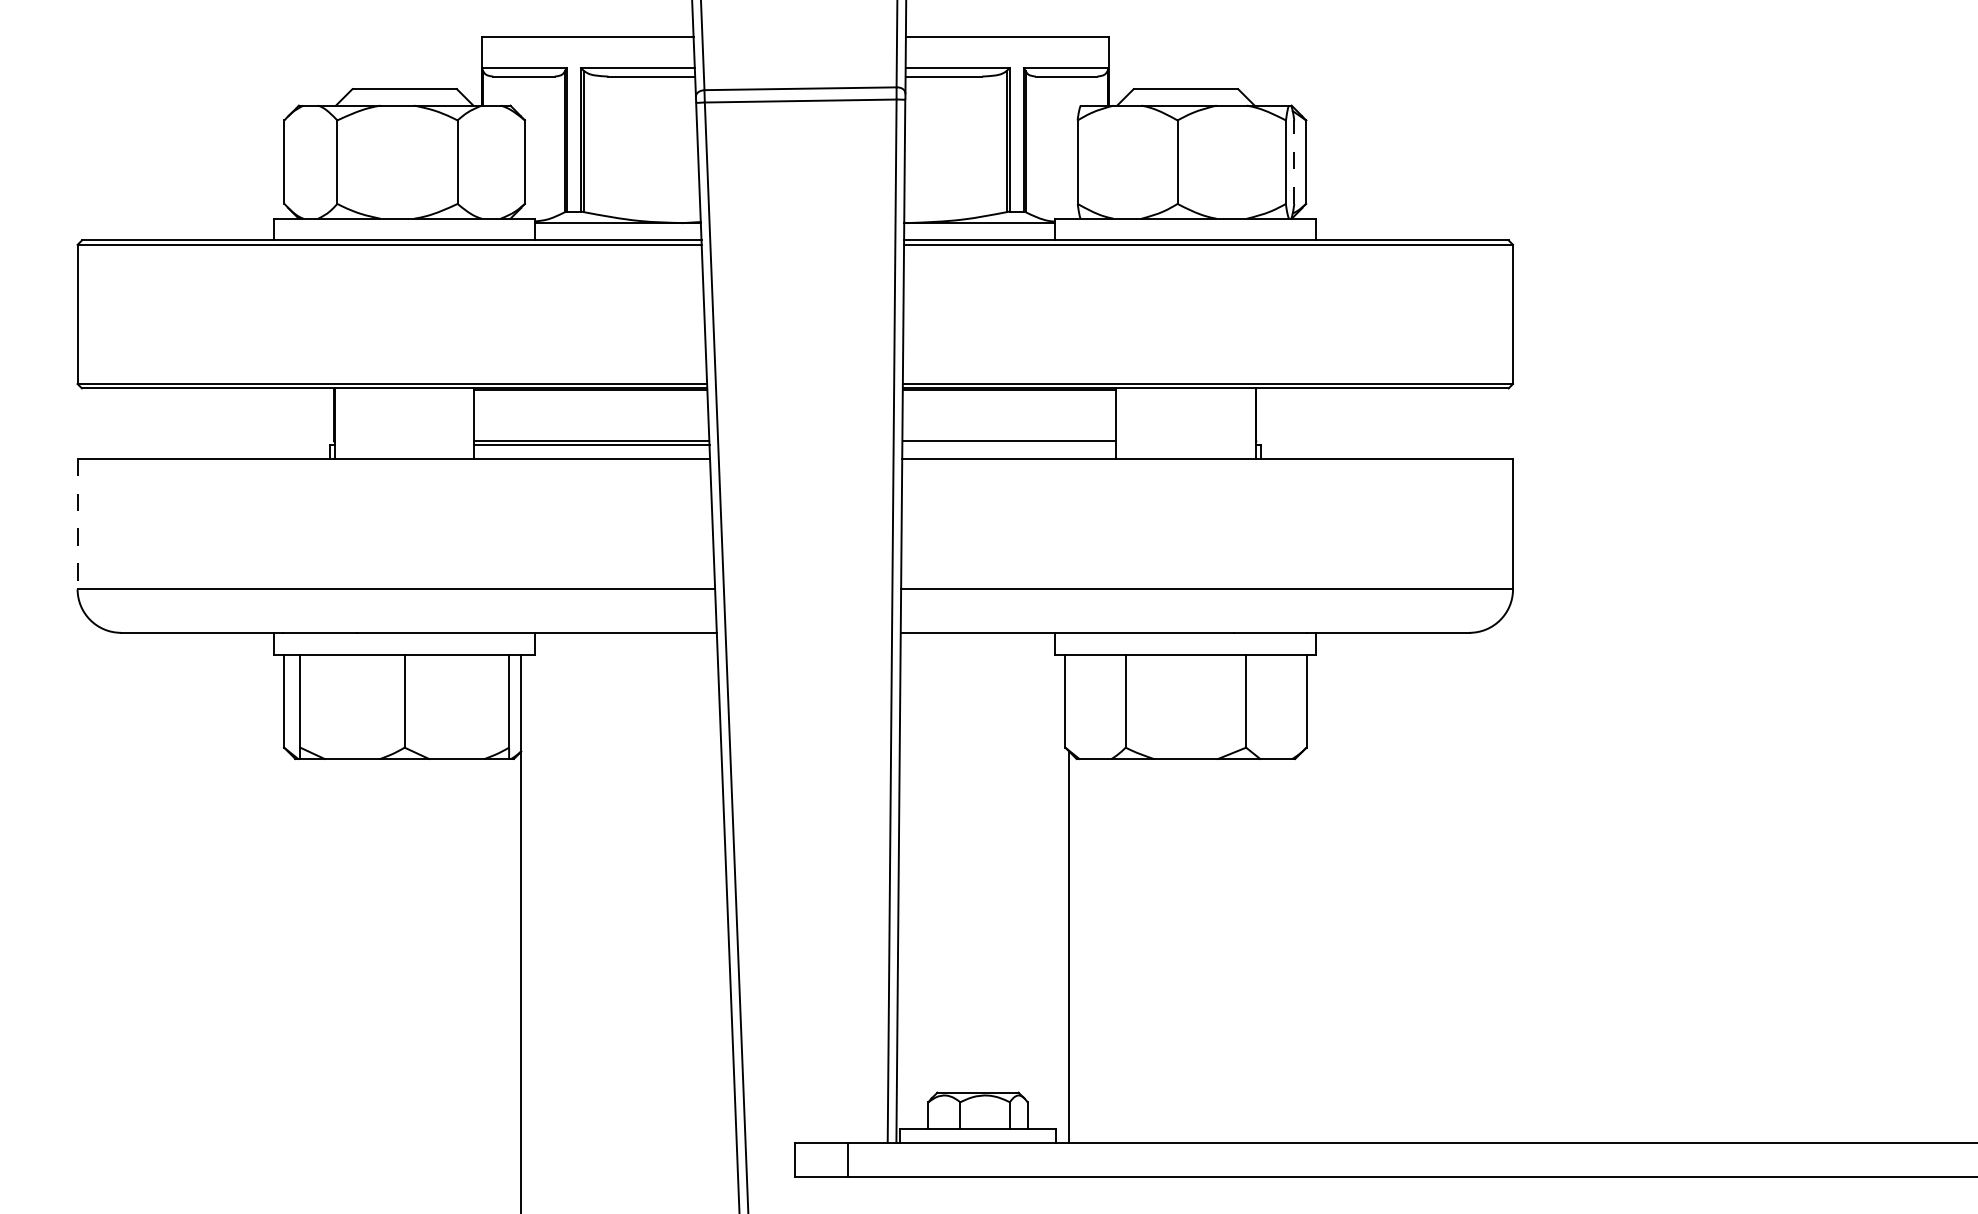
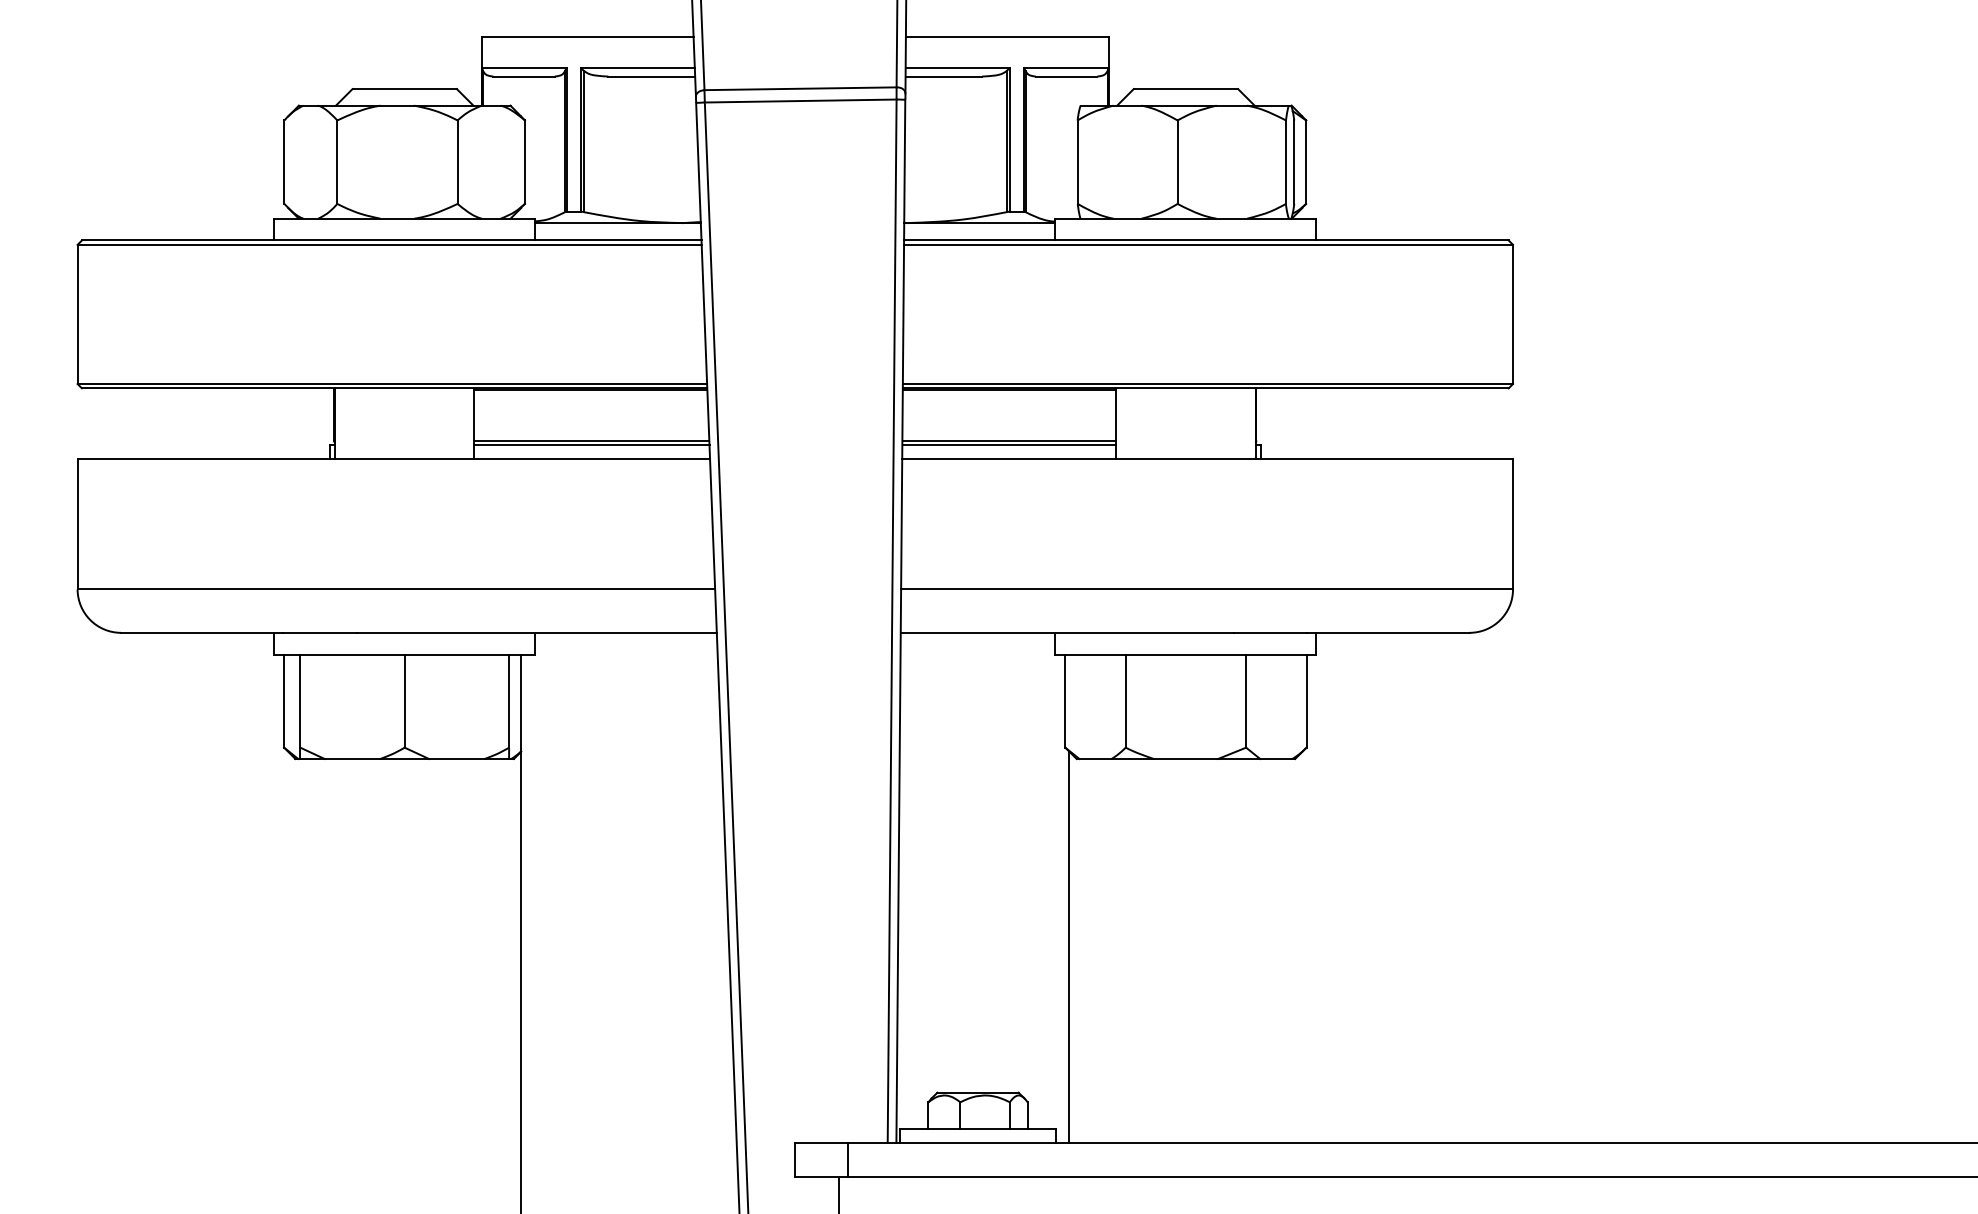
line at (1294, 162): dashed -> solid
line at (1009, 444): none -> present
line at (77, 524): dashed -> solid
line at (838, 1193): none -> present
